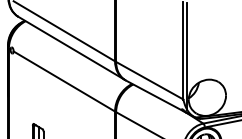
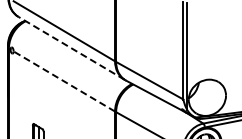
line at (71, 48): solid -> dashed
line at (64, 81): solid -> dashed
